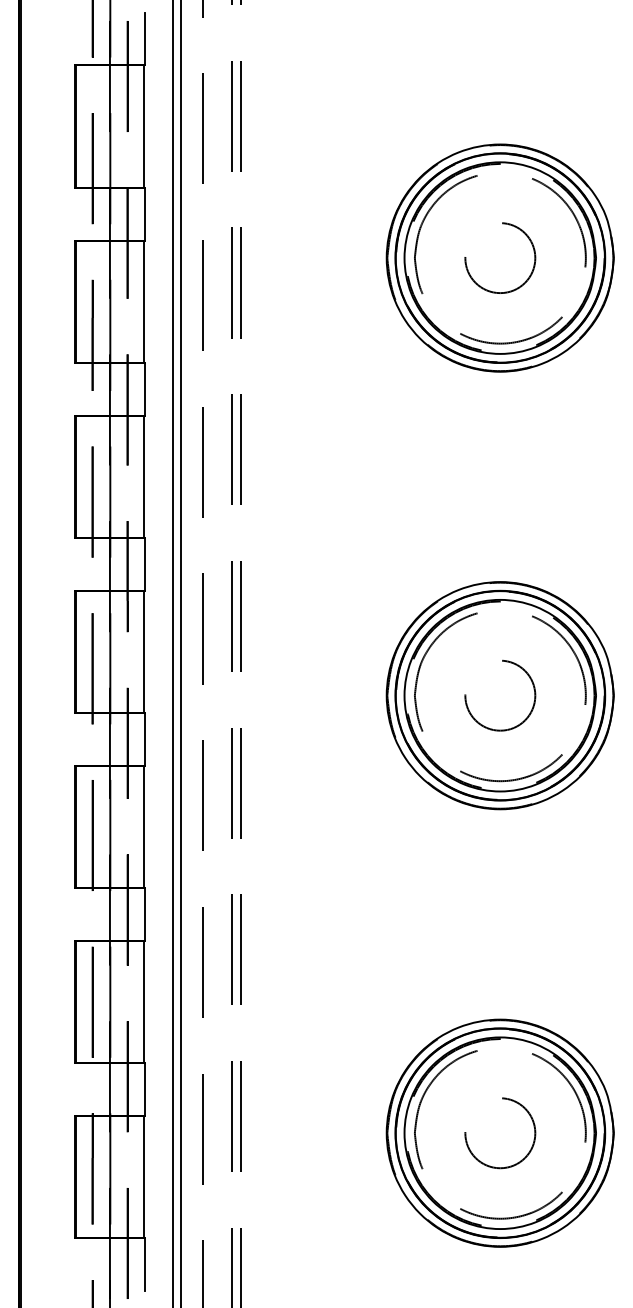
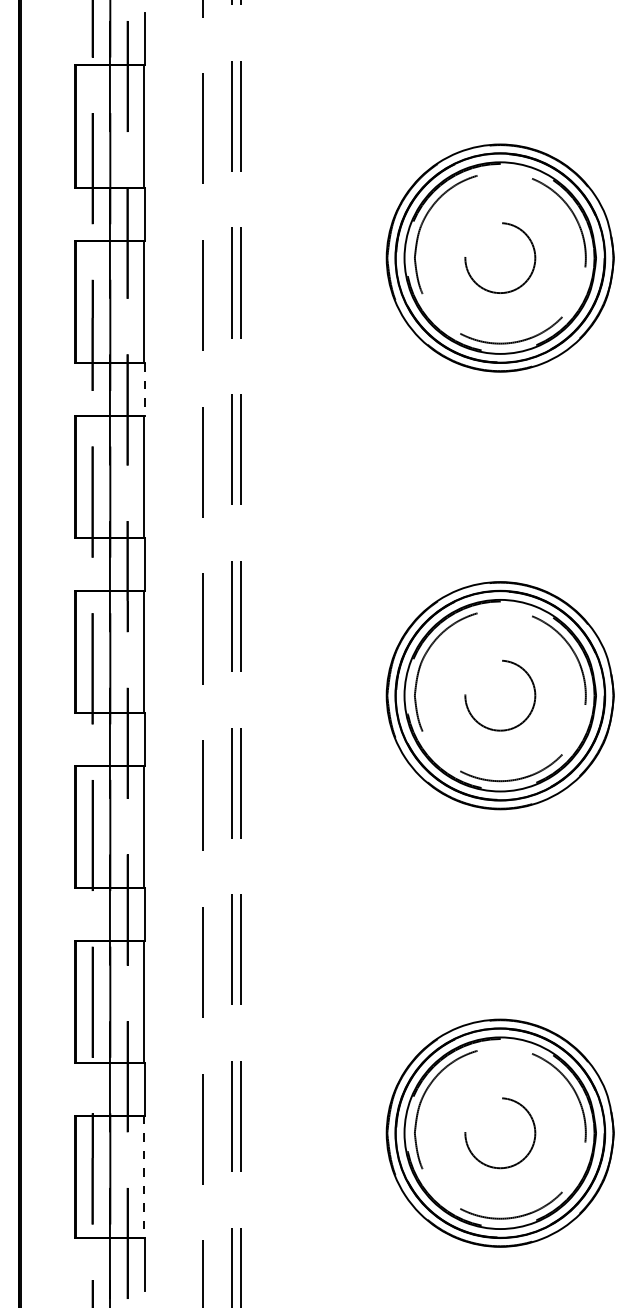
line at (145, 389): solid -> dashed
line at (172, 653): present -> none
line at (181, 653): present -> none
line at (143, 1177): solid -> dashed
